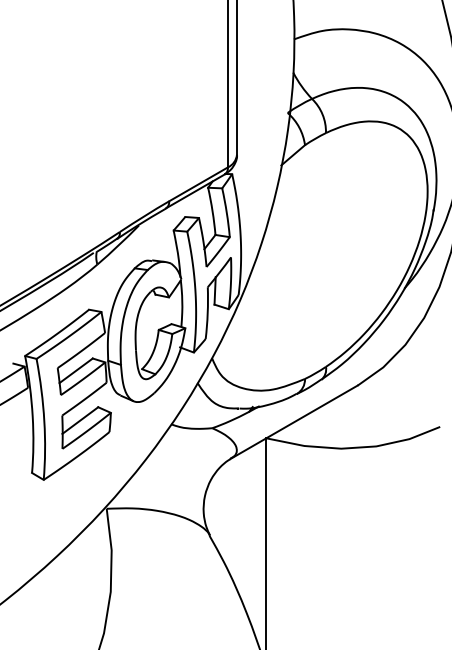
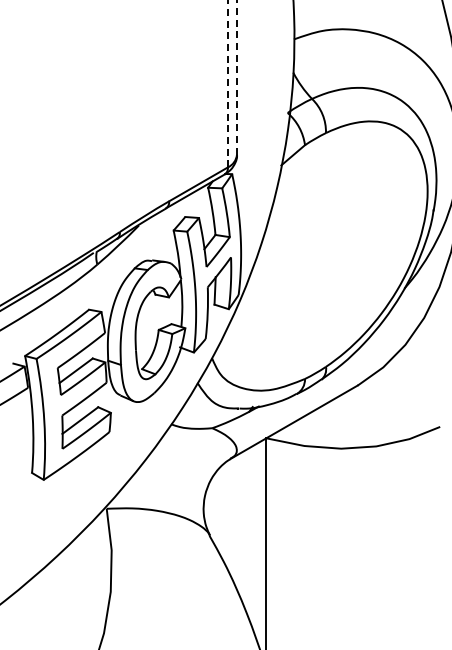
line at (236, 77): solid -> dashed
line at (227, 83): solid -> dashed
